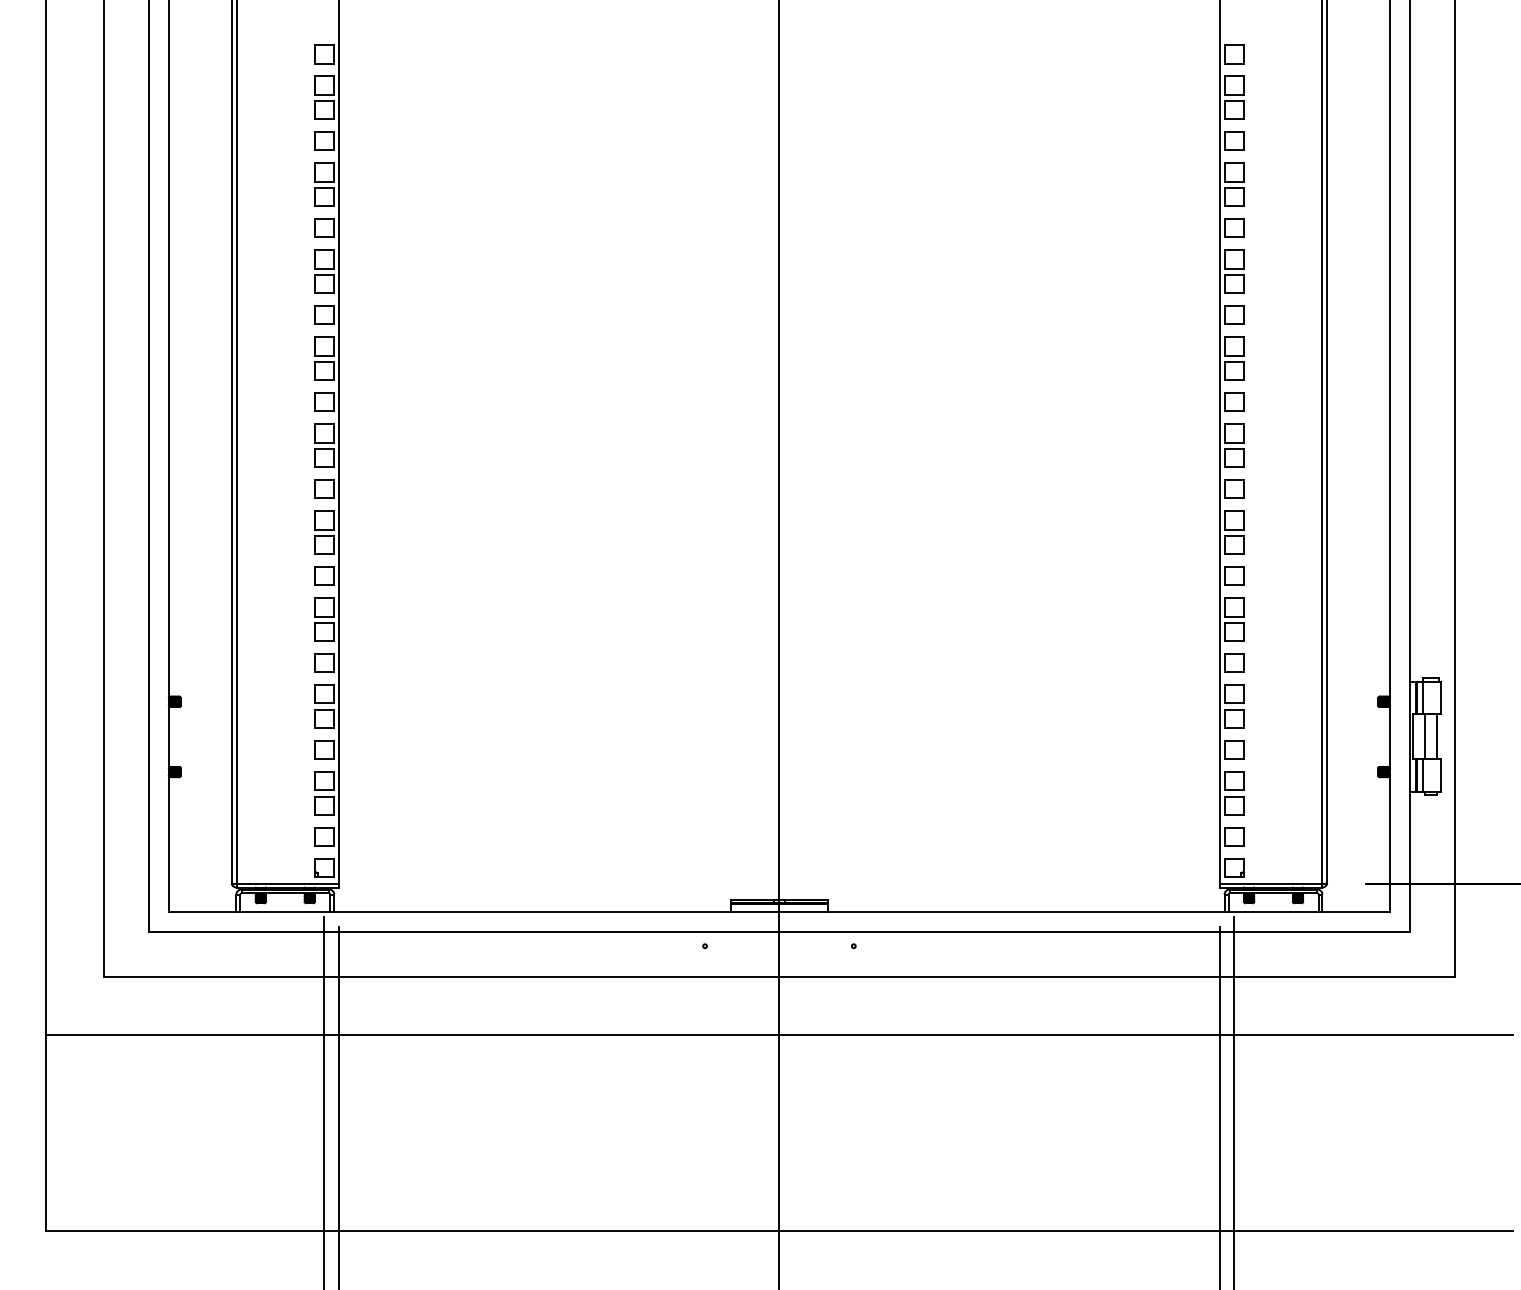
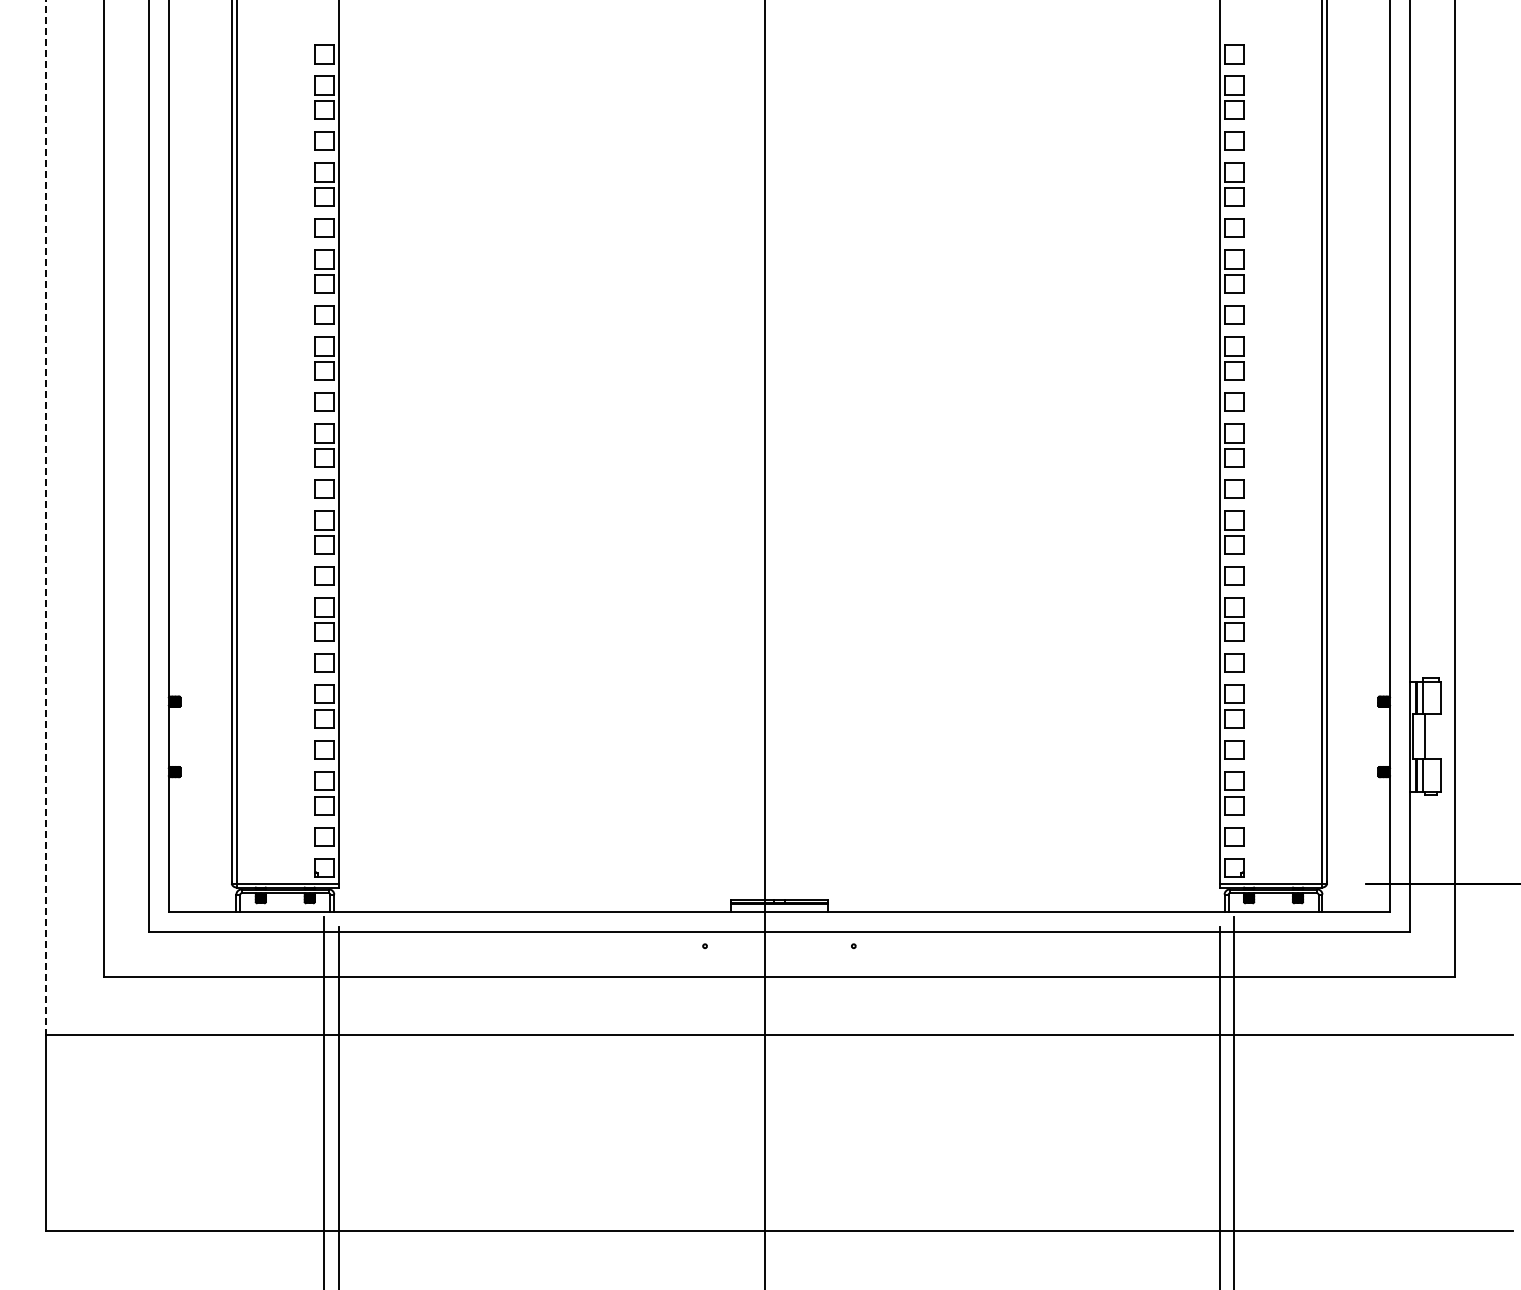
line at (45, 518): solid -> dashed
line at (779, 644) position: (779, 644) -> (765, 644)
line at (1436, 736): present -> none
